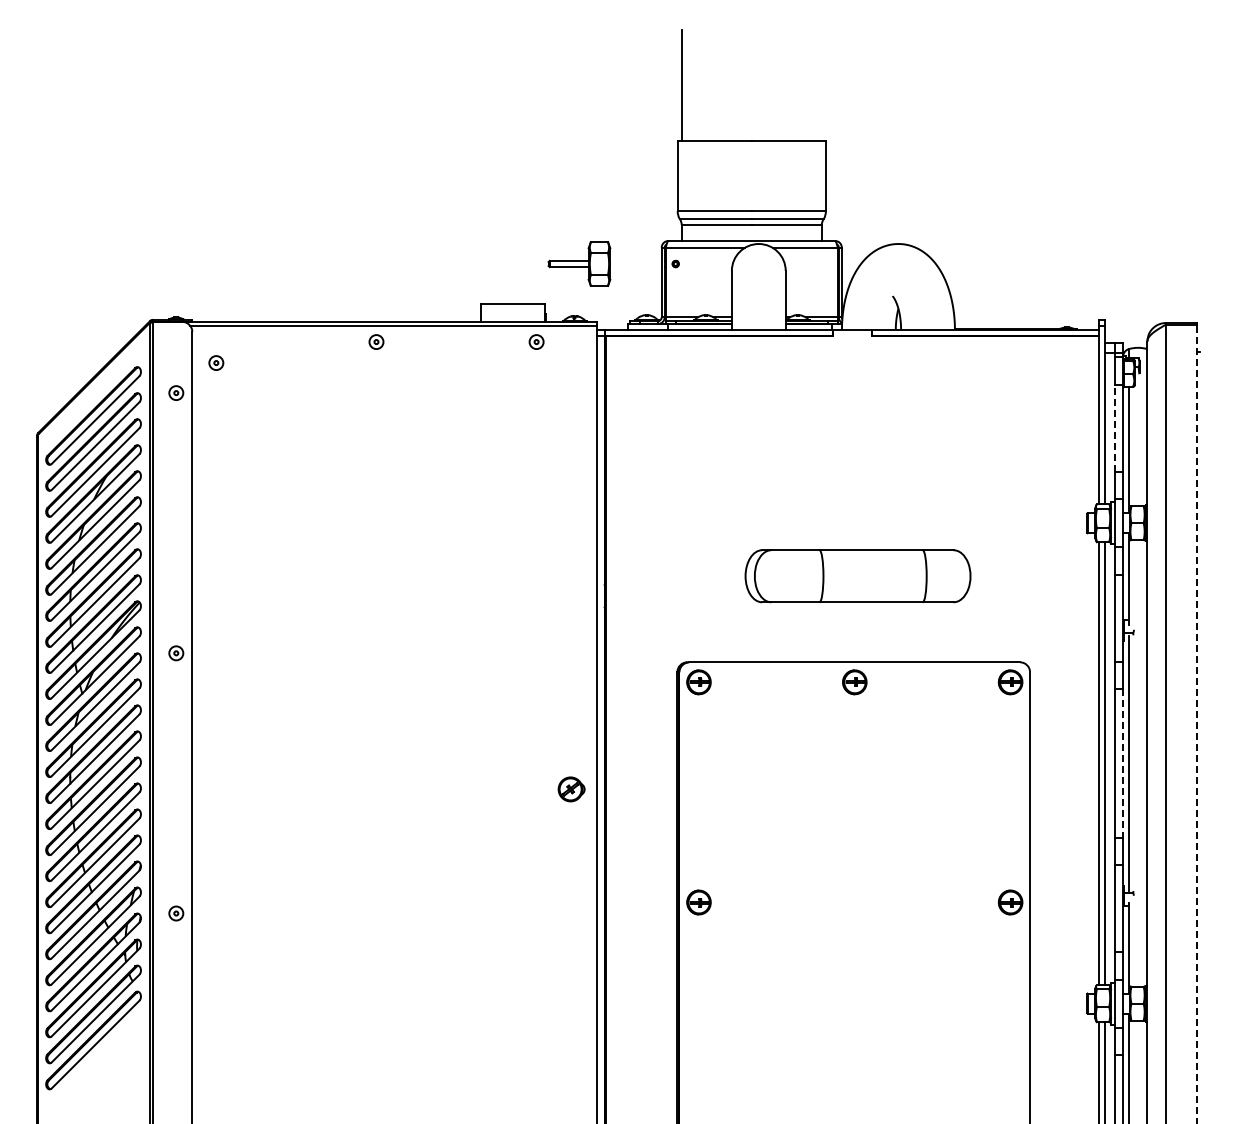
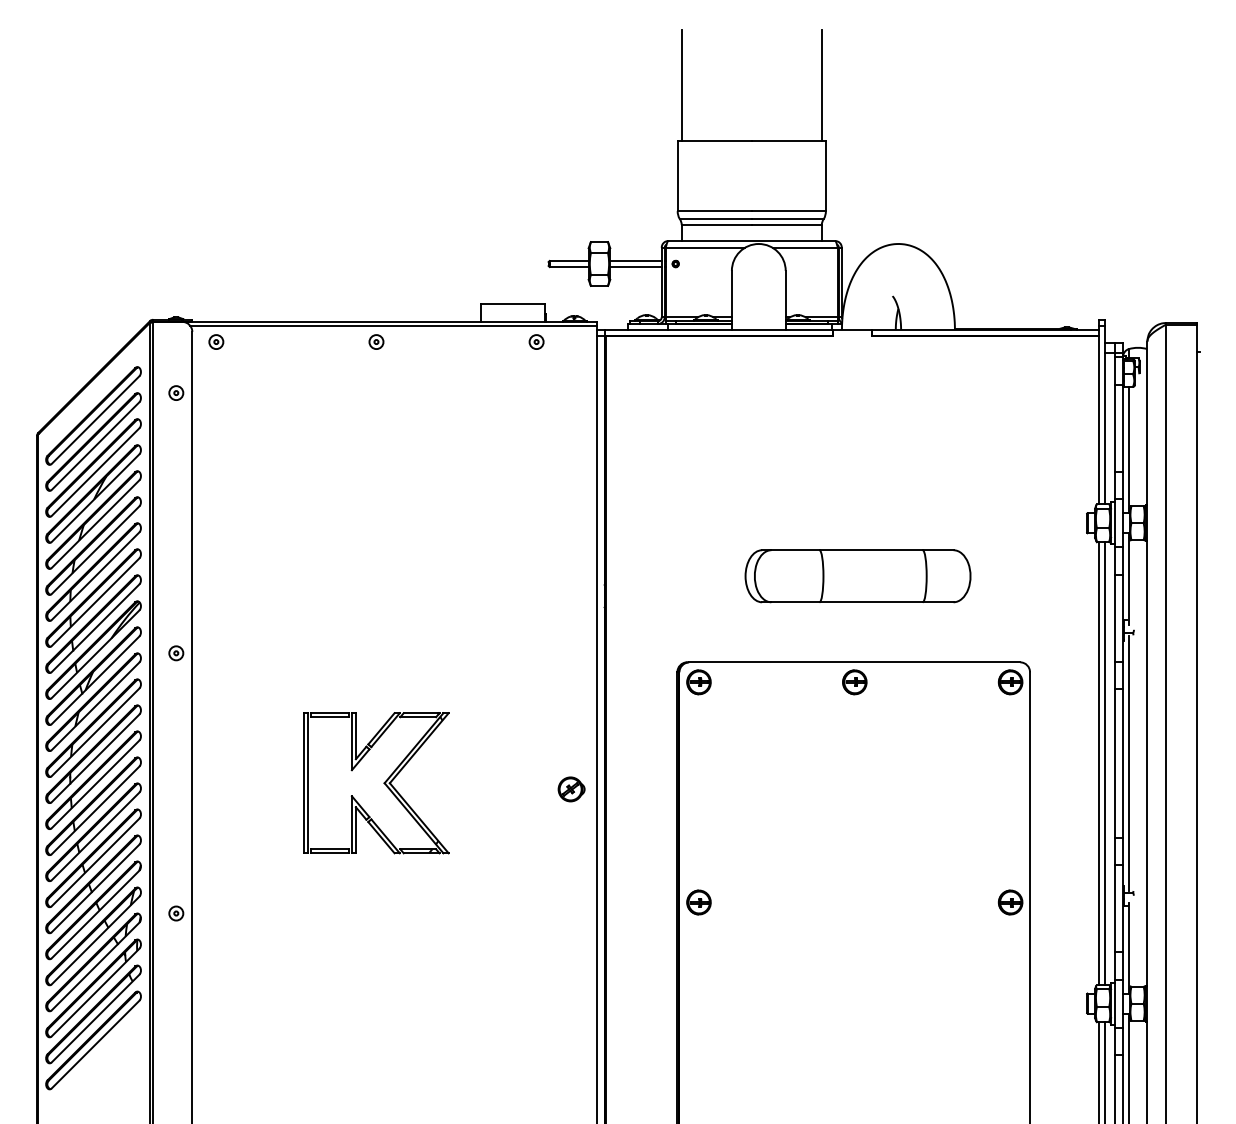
line at (821, 84): none -> present
line at (635, 261): none -> present
line at (635, 267): none -> present
part at (216, 362) position: (216, 362) -> (216, 341)
line at (1115, 427): dashed -> solid
line at (1197, 723): dashed -> solid
line at (1123, 763): dashed -> solid
part at (383, 783): none -> present
